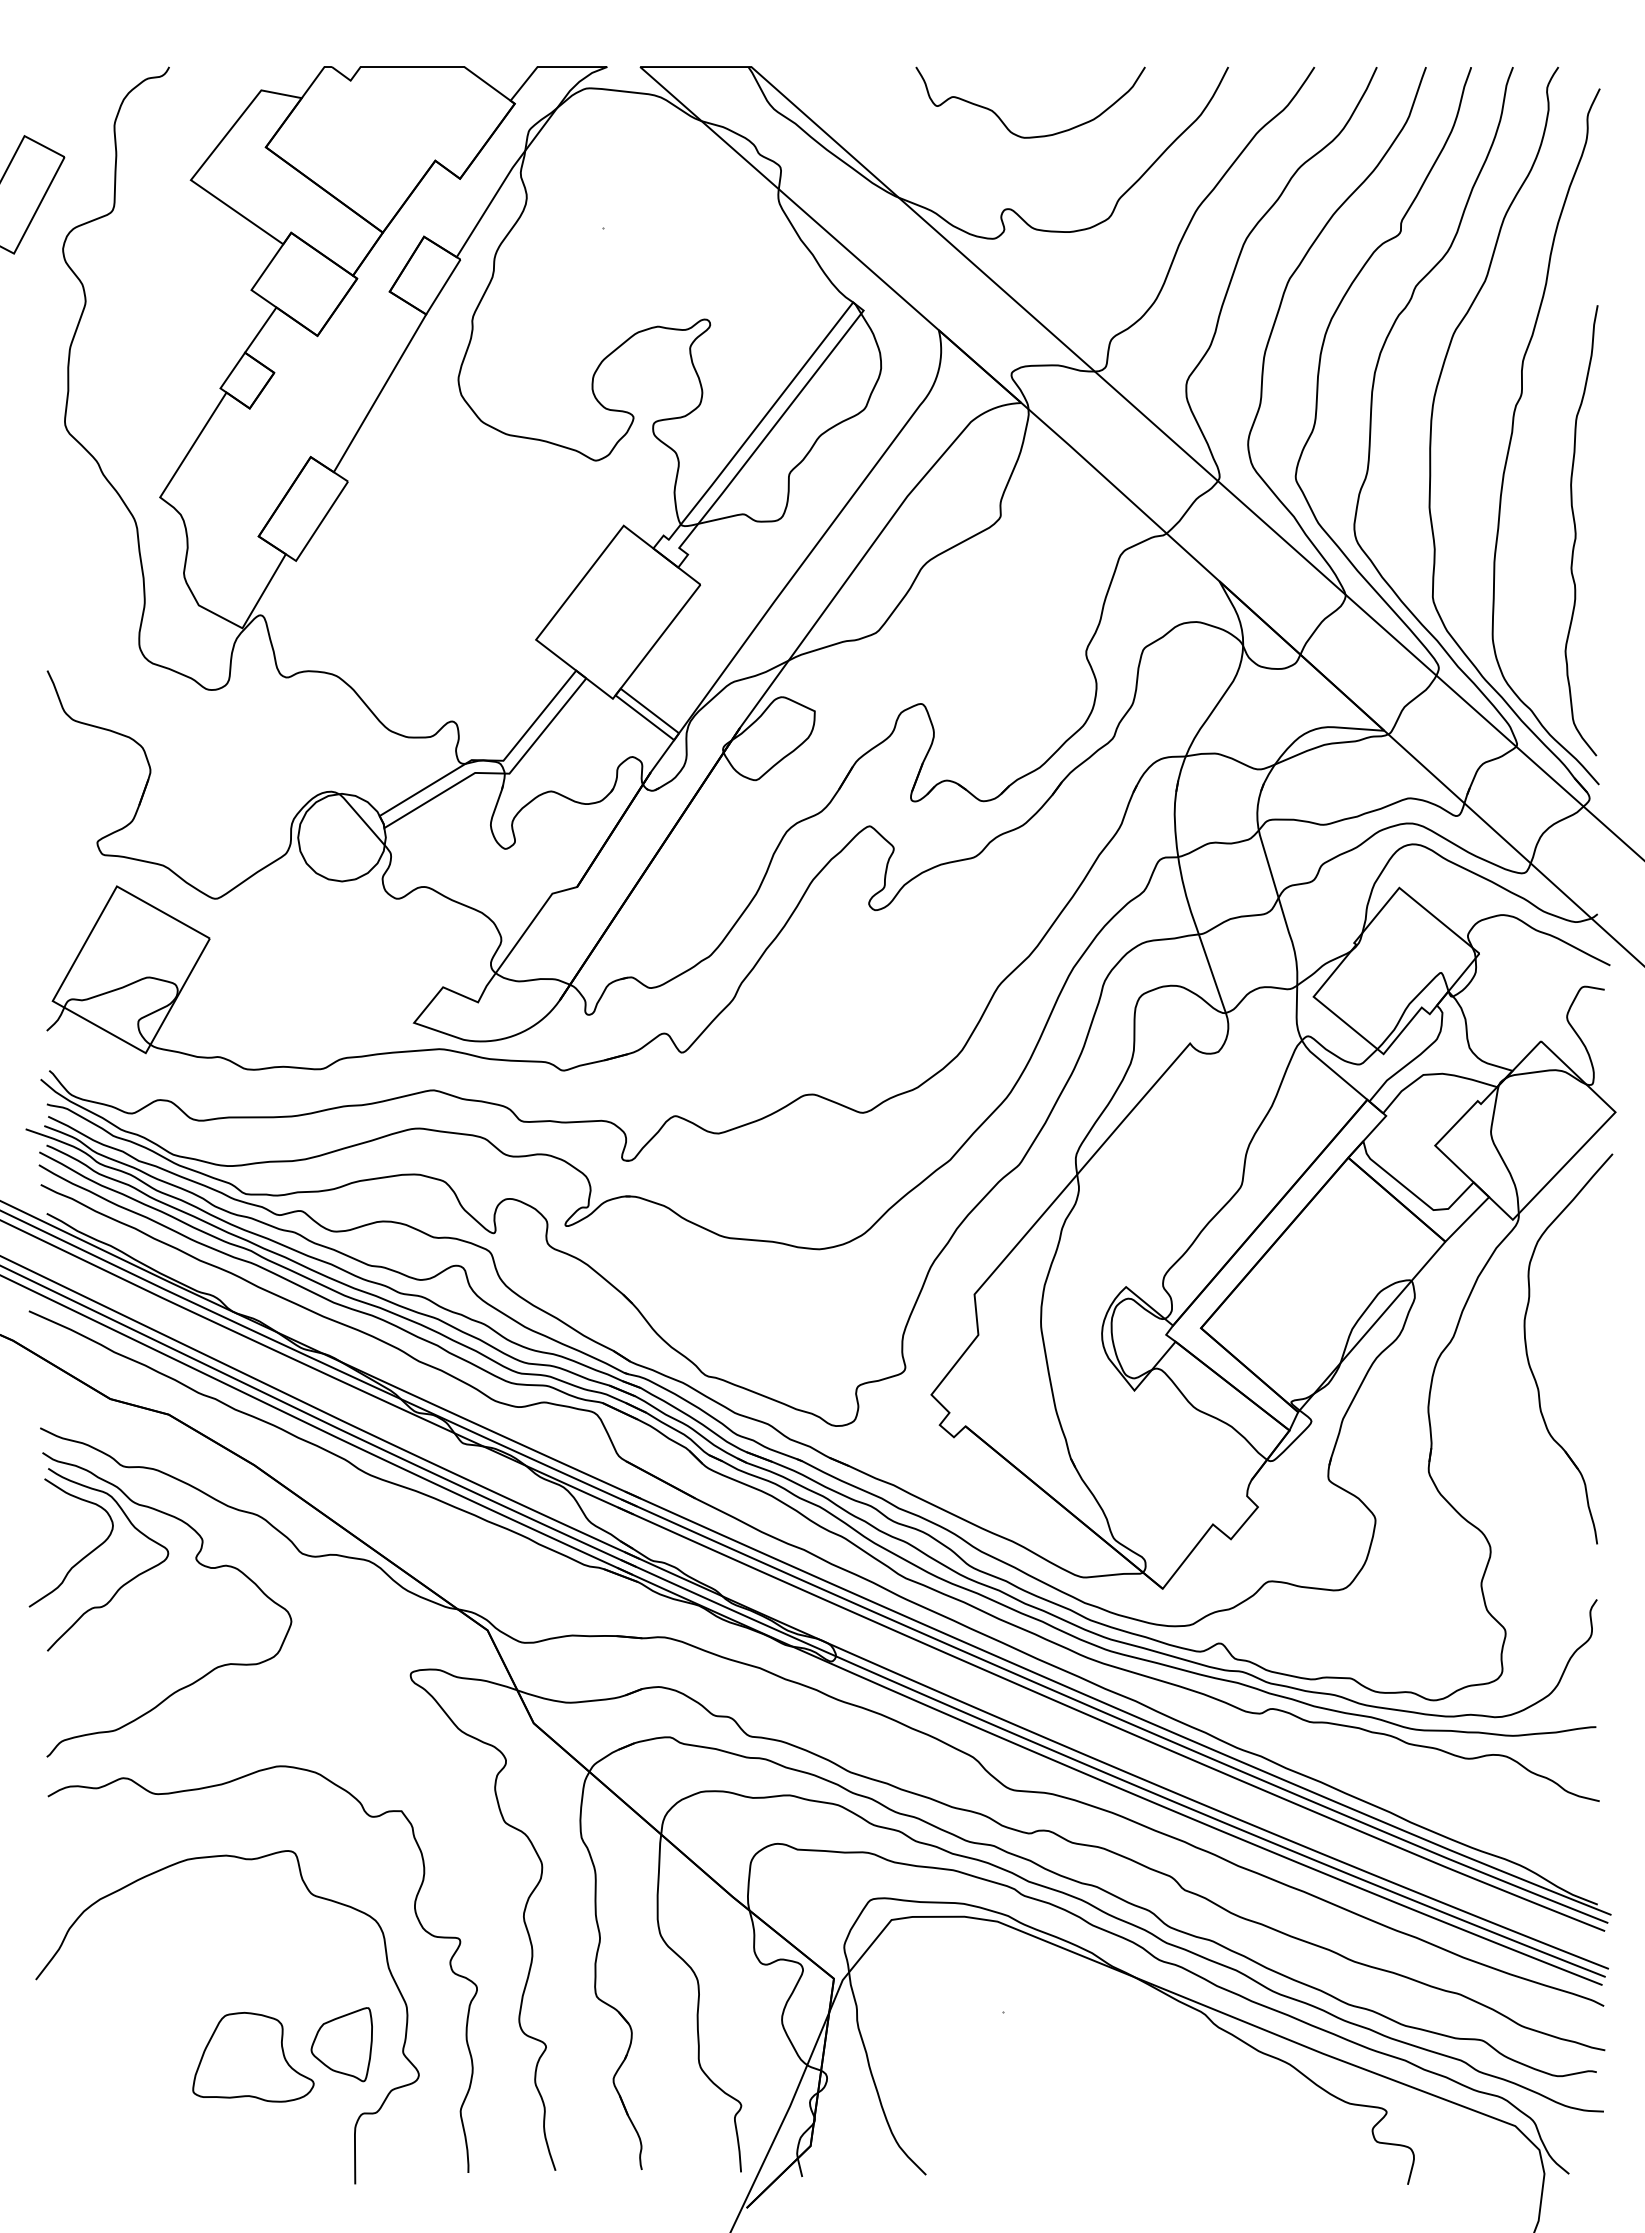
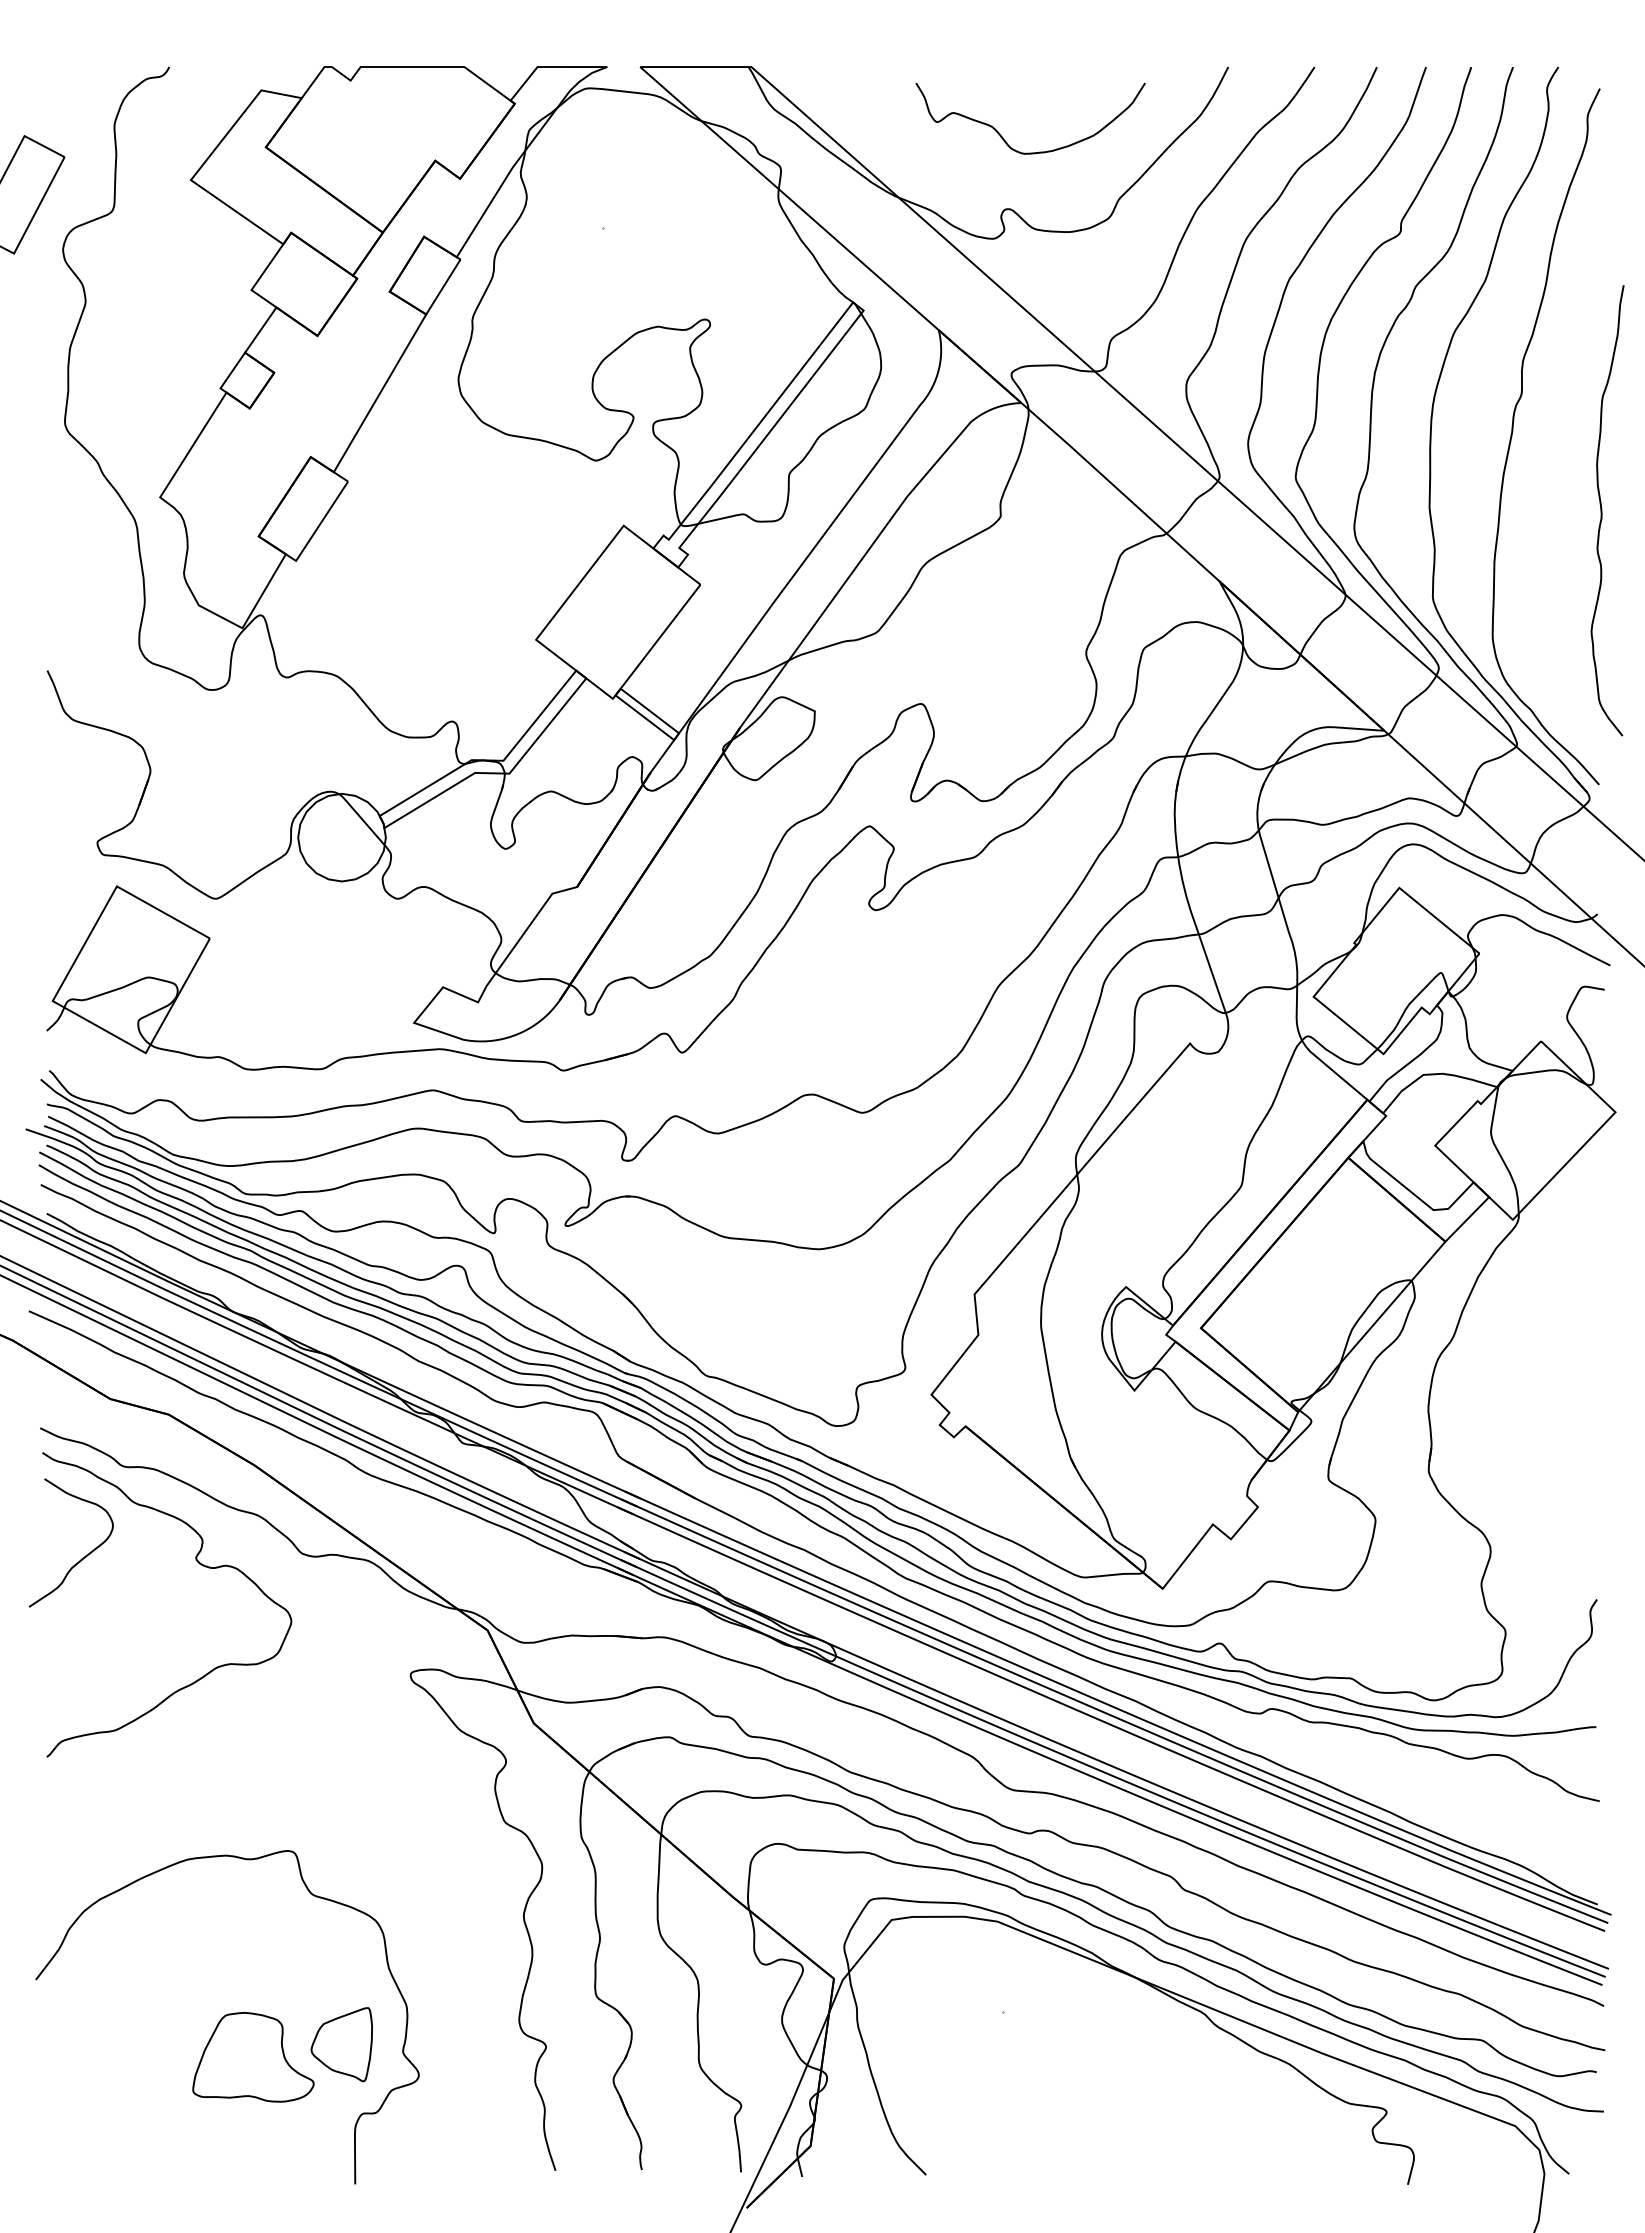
curve at (1003, 121) position: (1003, 121) -> (1003, 137)
curve at (1576, 530) position: (1576, 530) -> (1602, 510)
part at (1528, 1355): present -> none
curve at (124, 1583): present -> none
curve at (415, 1915): present -> none
